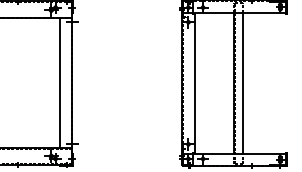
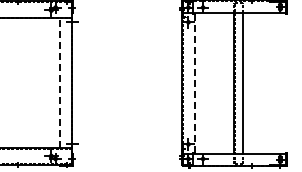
line at (59, 82): solid -> dashed
line at (194, 83): solid -> dashed
